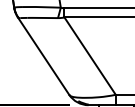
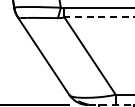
line at (99, 17): solid -> dashed
line at (111, 105): solid -> dashed
